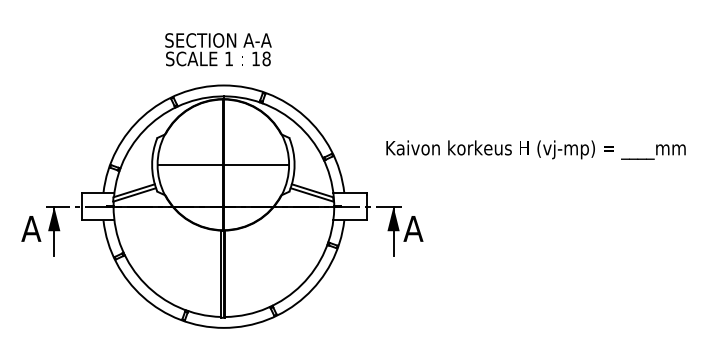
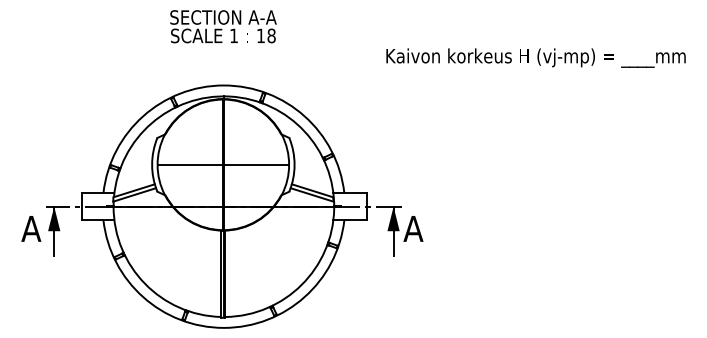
text at (218, 49) position: (218, 49) -> (223, 26)
text at (535, 149) position: (535, 149) -> (535, 57)
